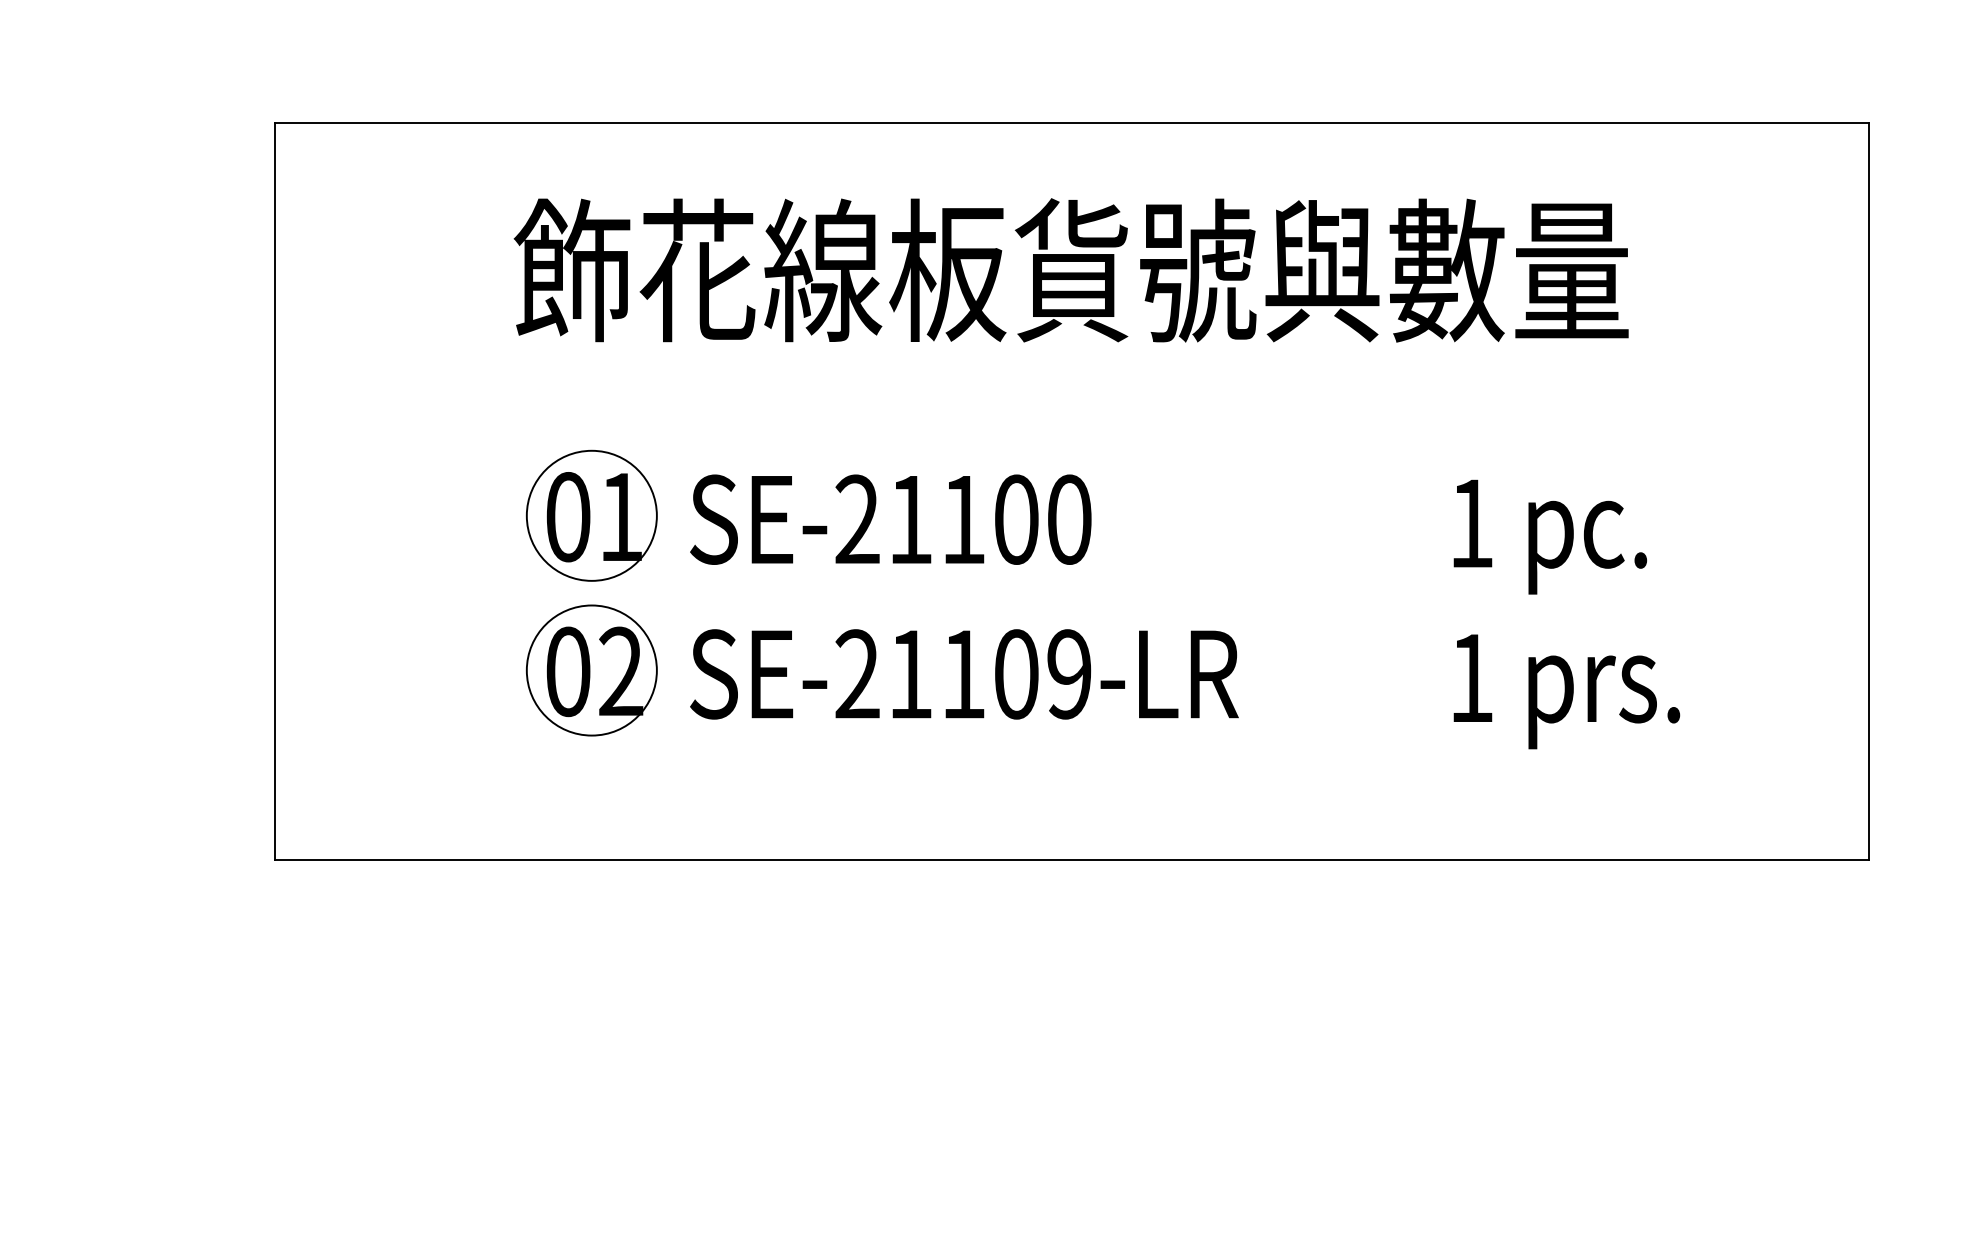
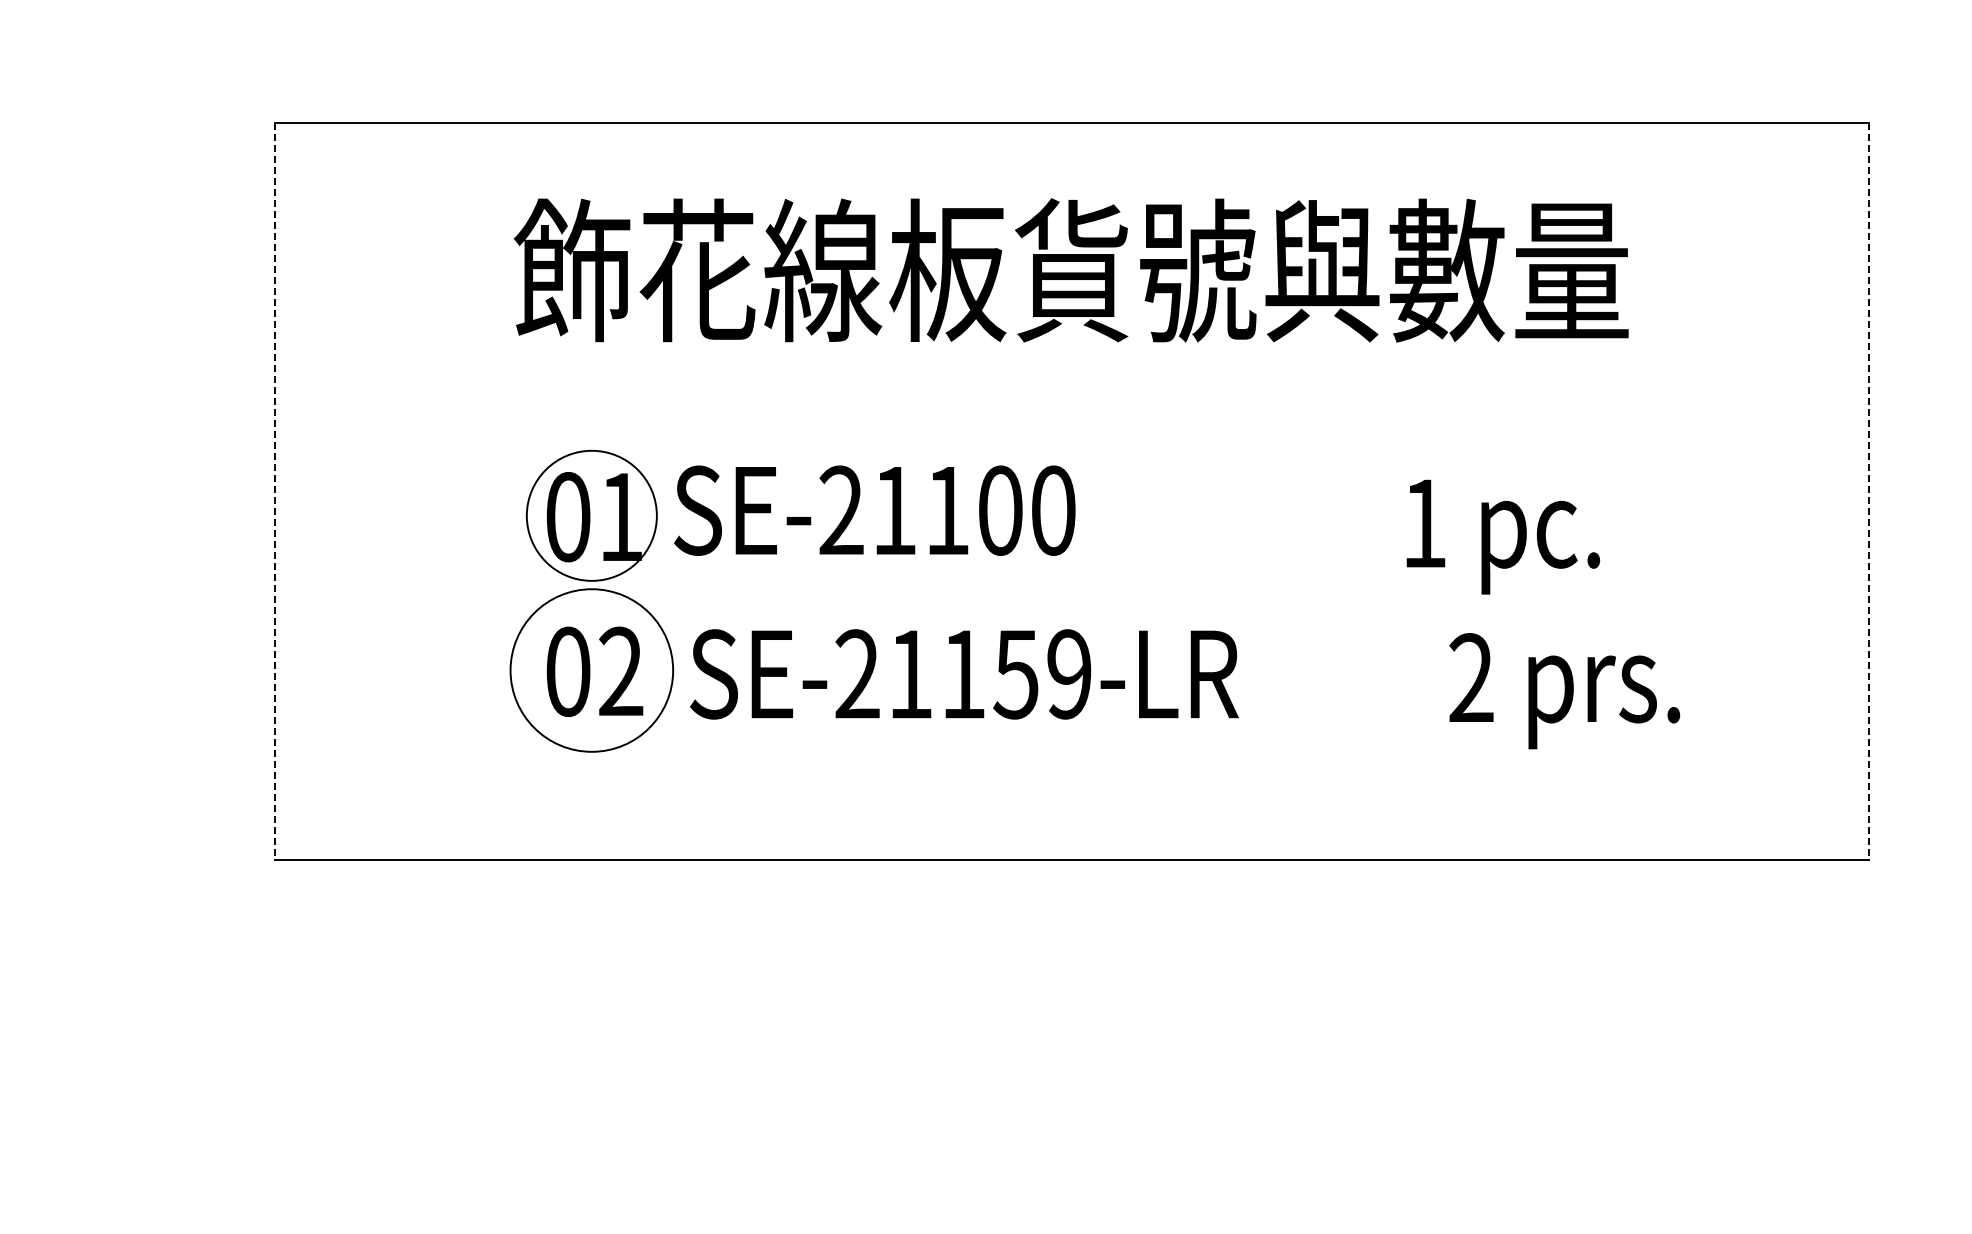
line at (274, 491): solid -> dashed
line at (1869, 491): solid -> dashed
text at (890, 519) position: (890, 519) -> (874, 510)
text at (1550, 536) position: (1550, 536) -> (1503, 536)
circle at (591, 670) diameter: 130 px -> 163 px
text at (1015, 674): SE-21109-LR -> SE-21159-LR
text at (1471, 677): 1 -> 2
